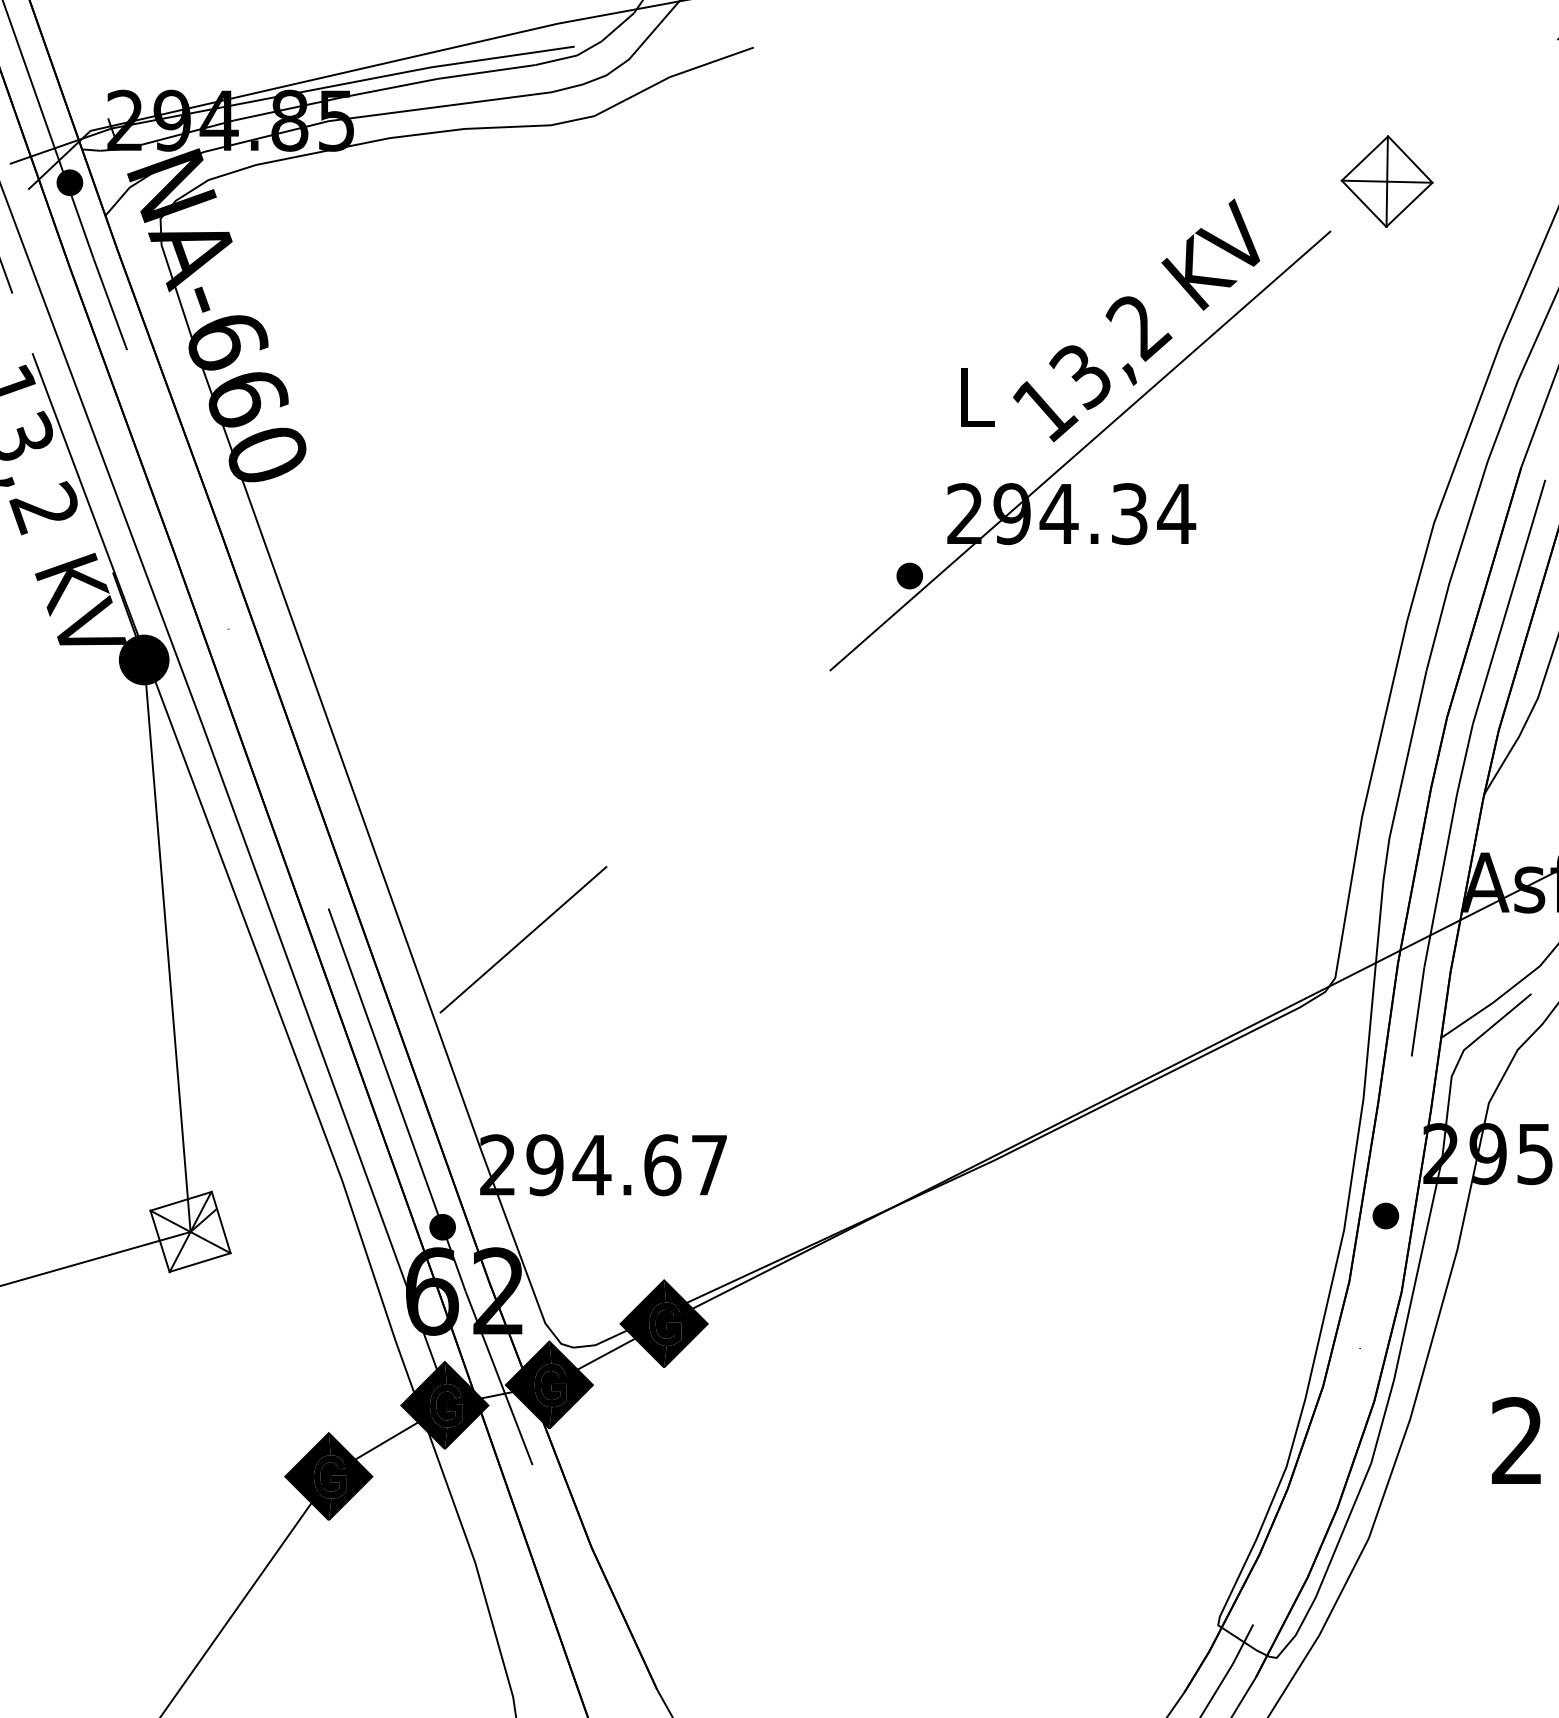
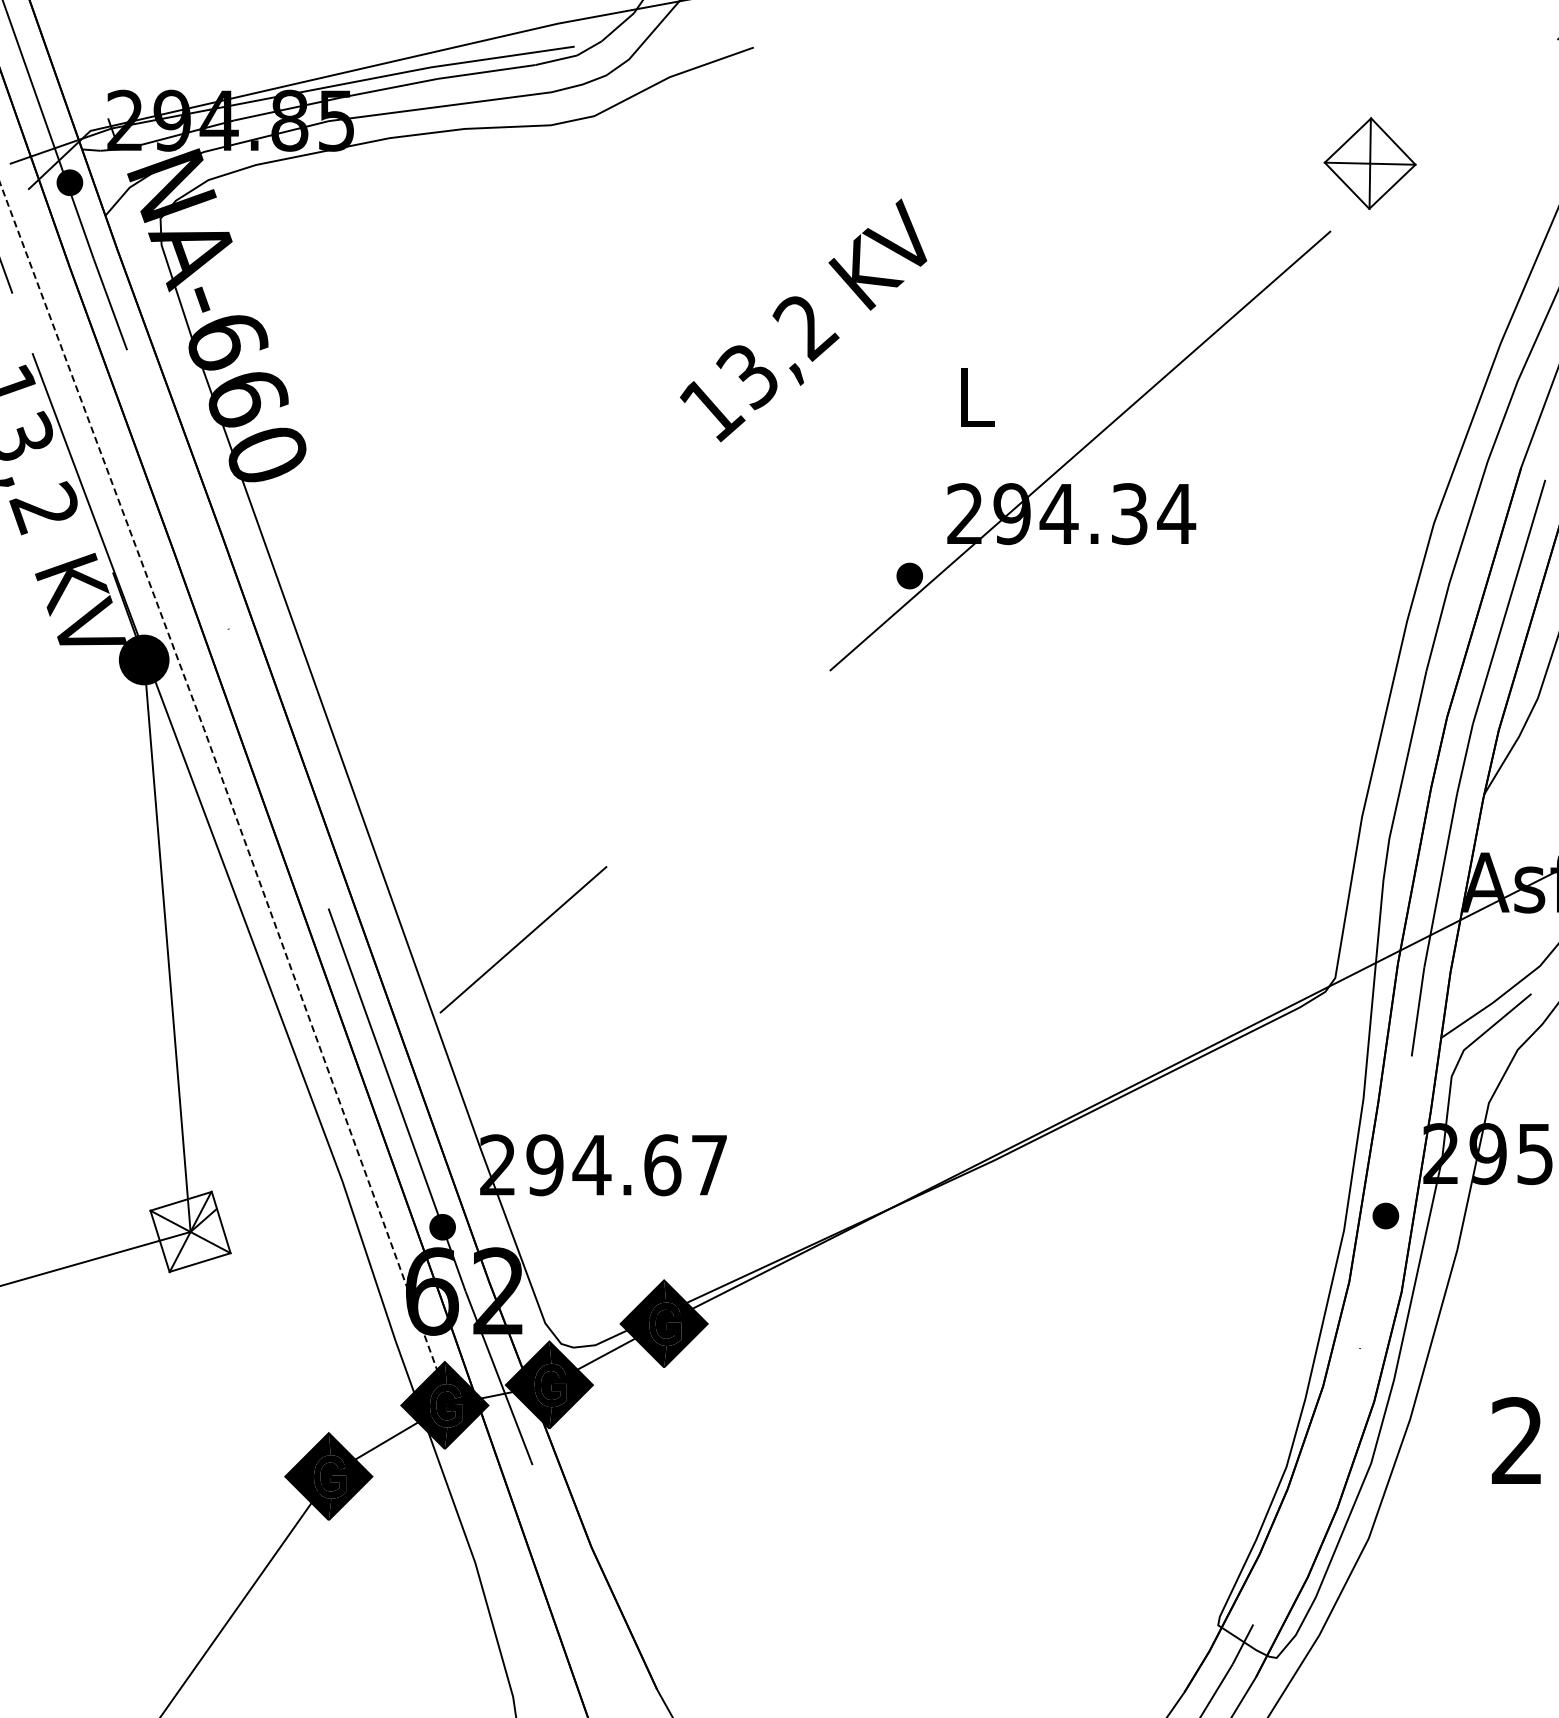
part at (1386, 181) position: (1386, 181) -> (1369, 163)
text at (1136, 320) position: (1136, 320) -> (803, 320)
line at (231, 804): solid -> dashed
